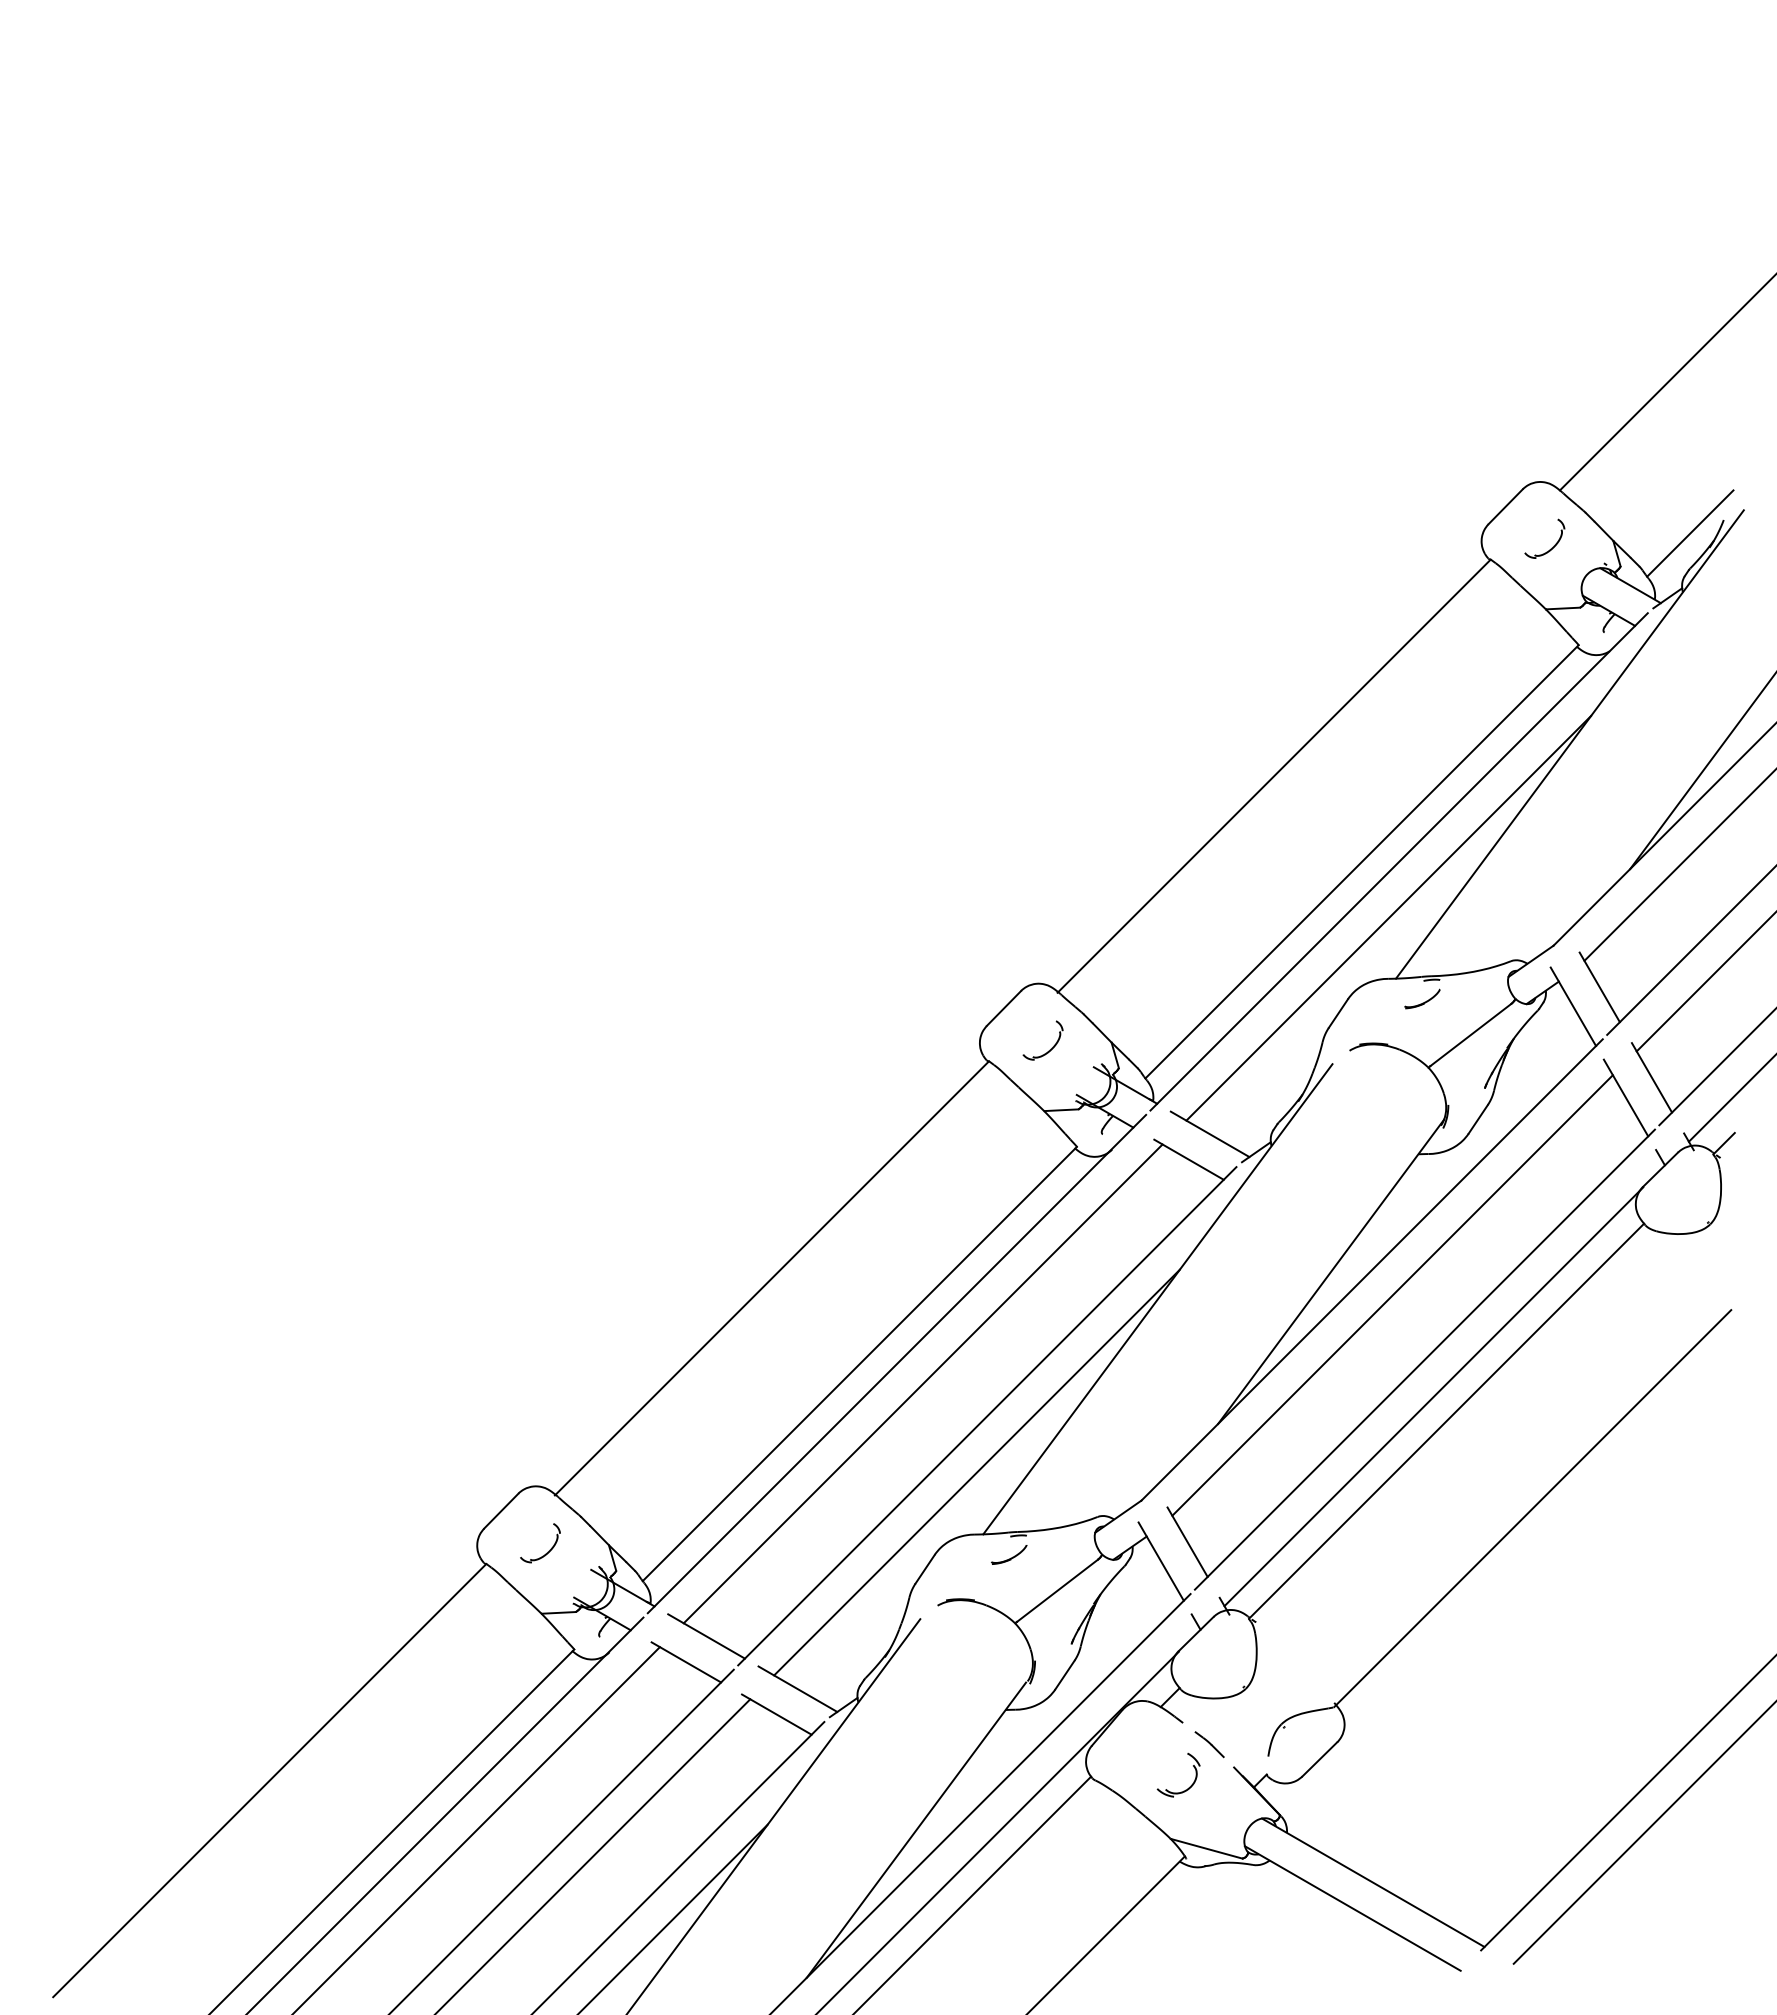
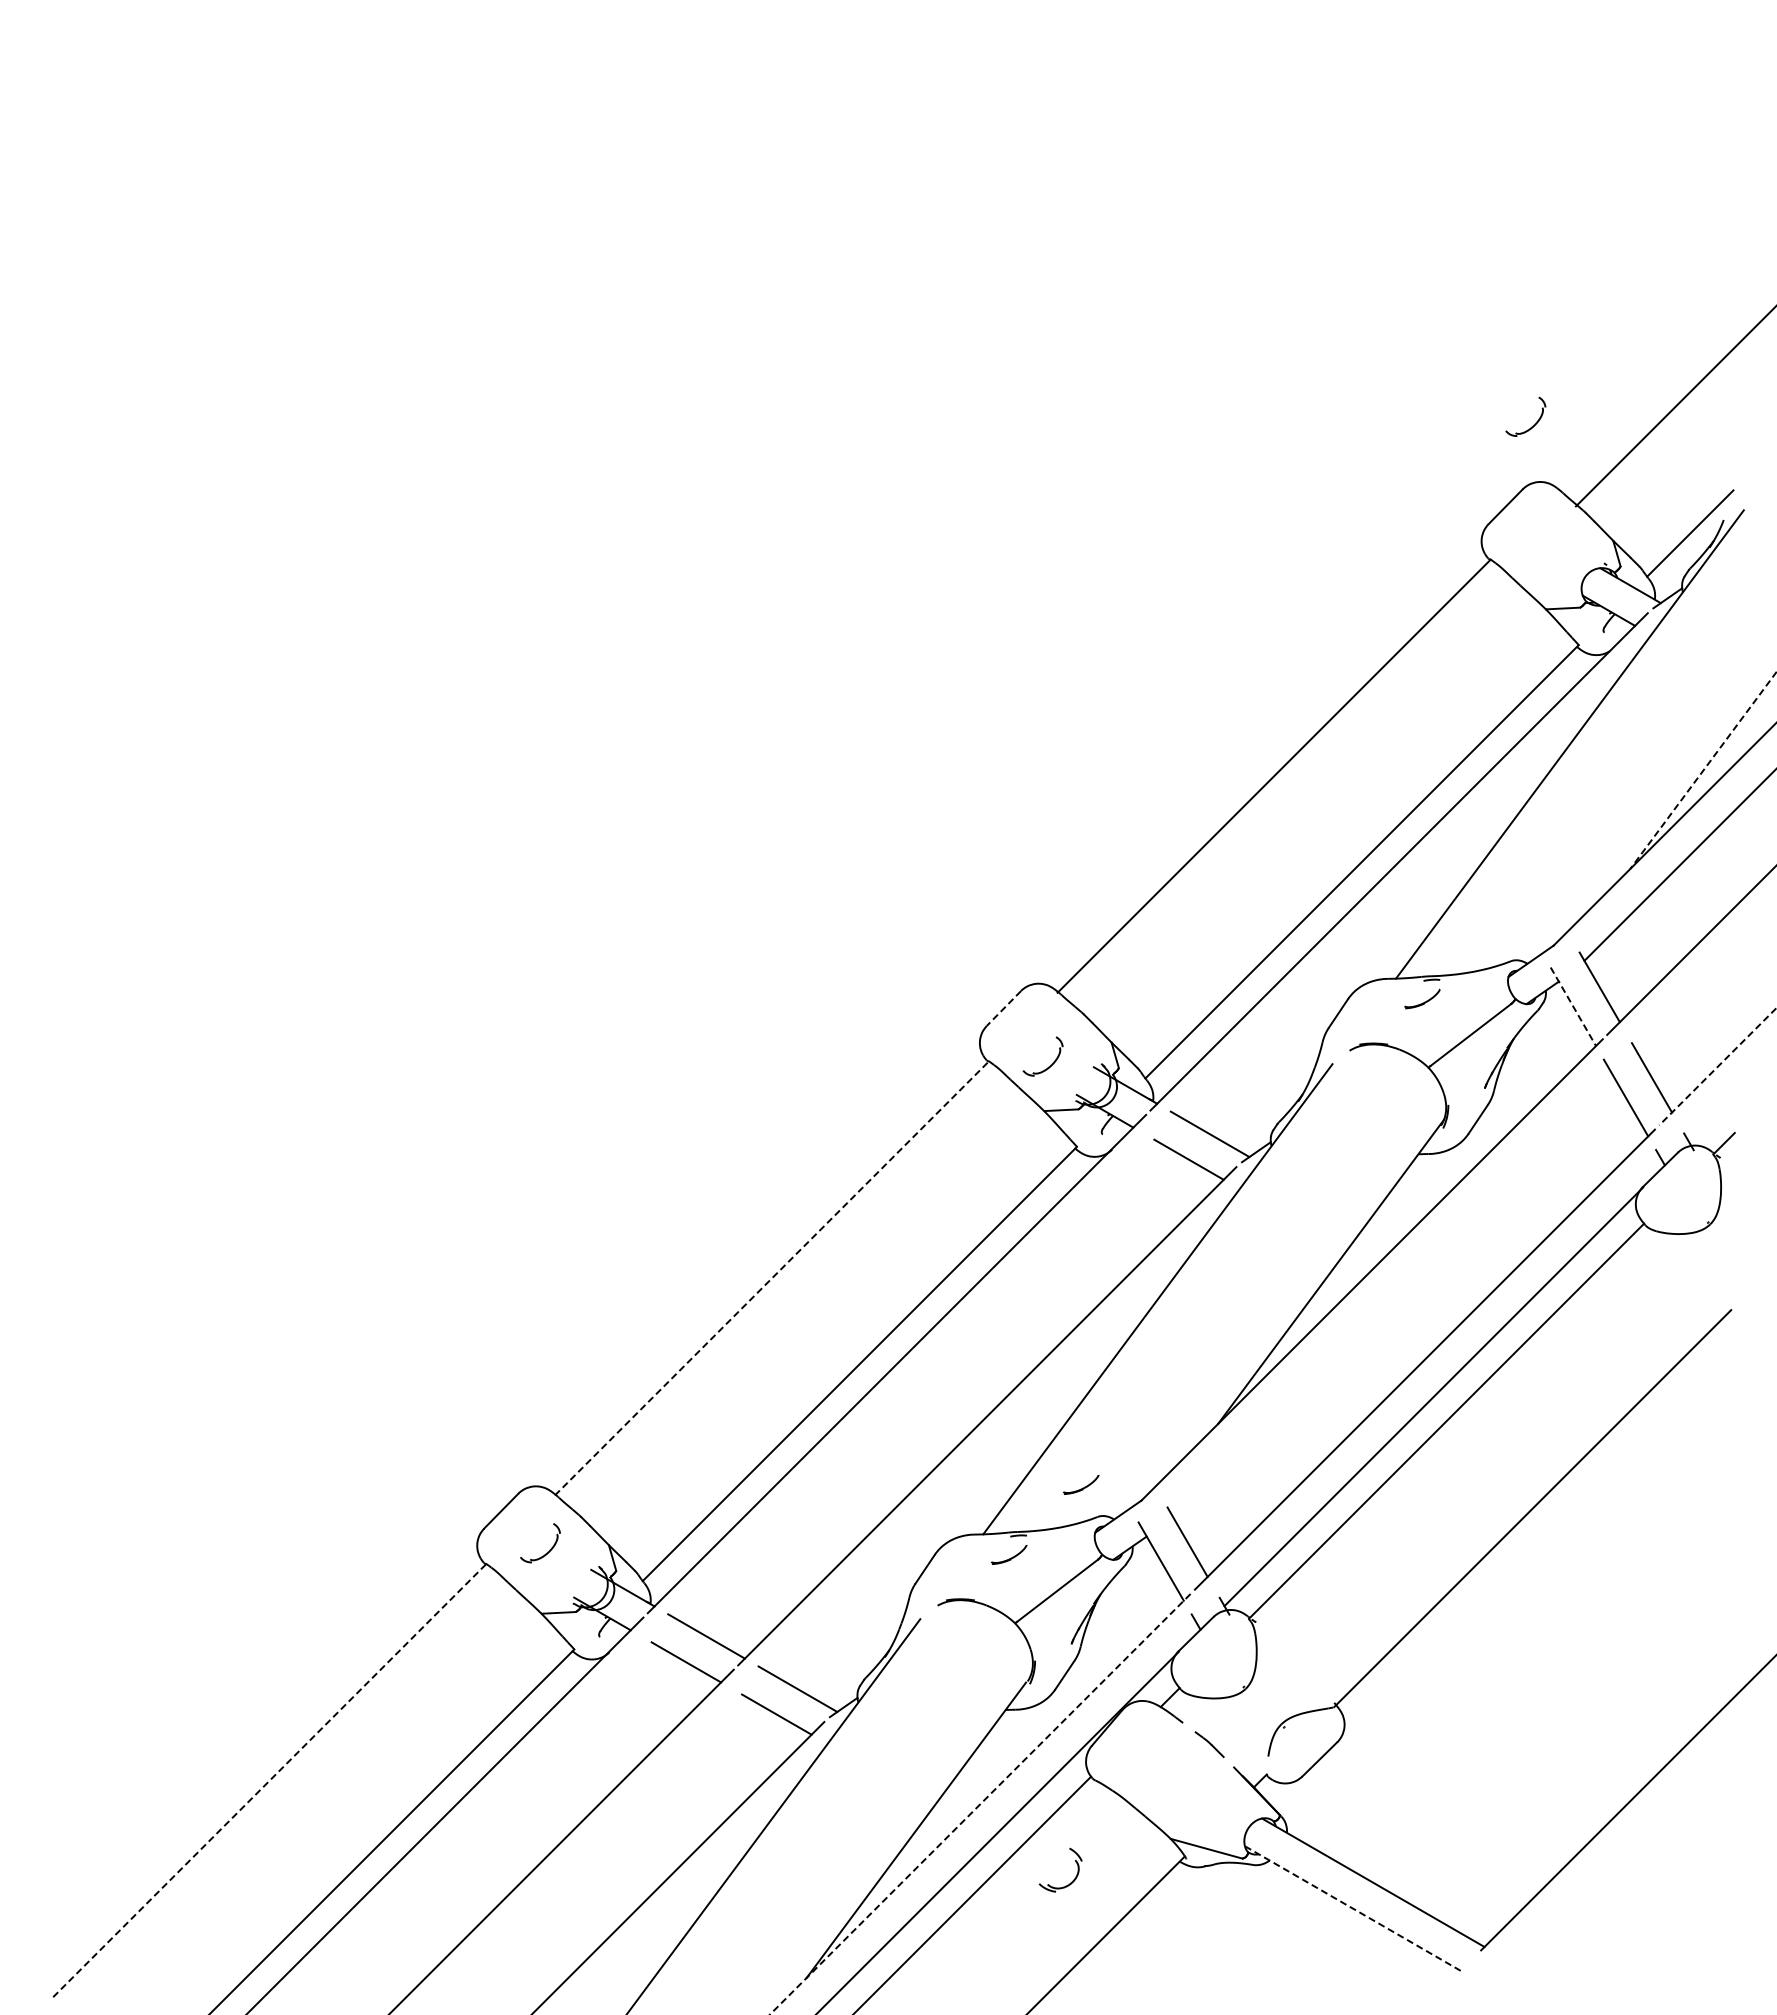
line at (1666, 383) position: (1666, 383) -> (1674, 407)
part at (1554, 544) position: (1554, 544) -> (1535, 422)
line at (1703, 770): solid -> dashed
line at (1388, 917): present -> none
line at (1704, 982): present -> none
line at (1573, 1007): solid -> dashed
line at (1003, 1008): solid -> dashed
part at (1049, 1049) position: (1049, 1049) -> (1049, 1065)
line at (1717, 1066): solid -> dashed
line at (1730, 1098): present -> none
line at (771, 1278): solid -> dashed
line at (1392, 1295): present -> none
line at (922, 1383): present -> none
line at (976, 1472): present -> none
part at (1081, 1484): none -> present
line at (270, 1780): solid -> dashed
part at (1190, 1785) position: (1190, 1785) -> (1072, 1880)
line at (980, 1804): solid -> dashed
line at (477, 1829): present -> none
line at (1643, 1833): present -> none
line at (594, 1855): present -> none
line at (1352, 1908): solid -> dashed
line at (673, 1917): present -> none
